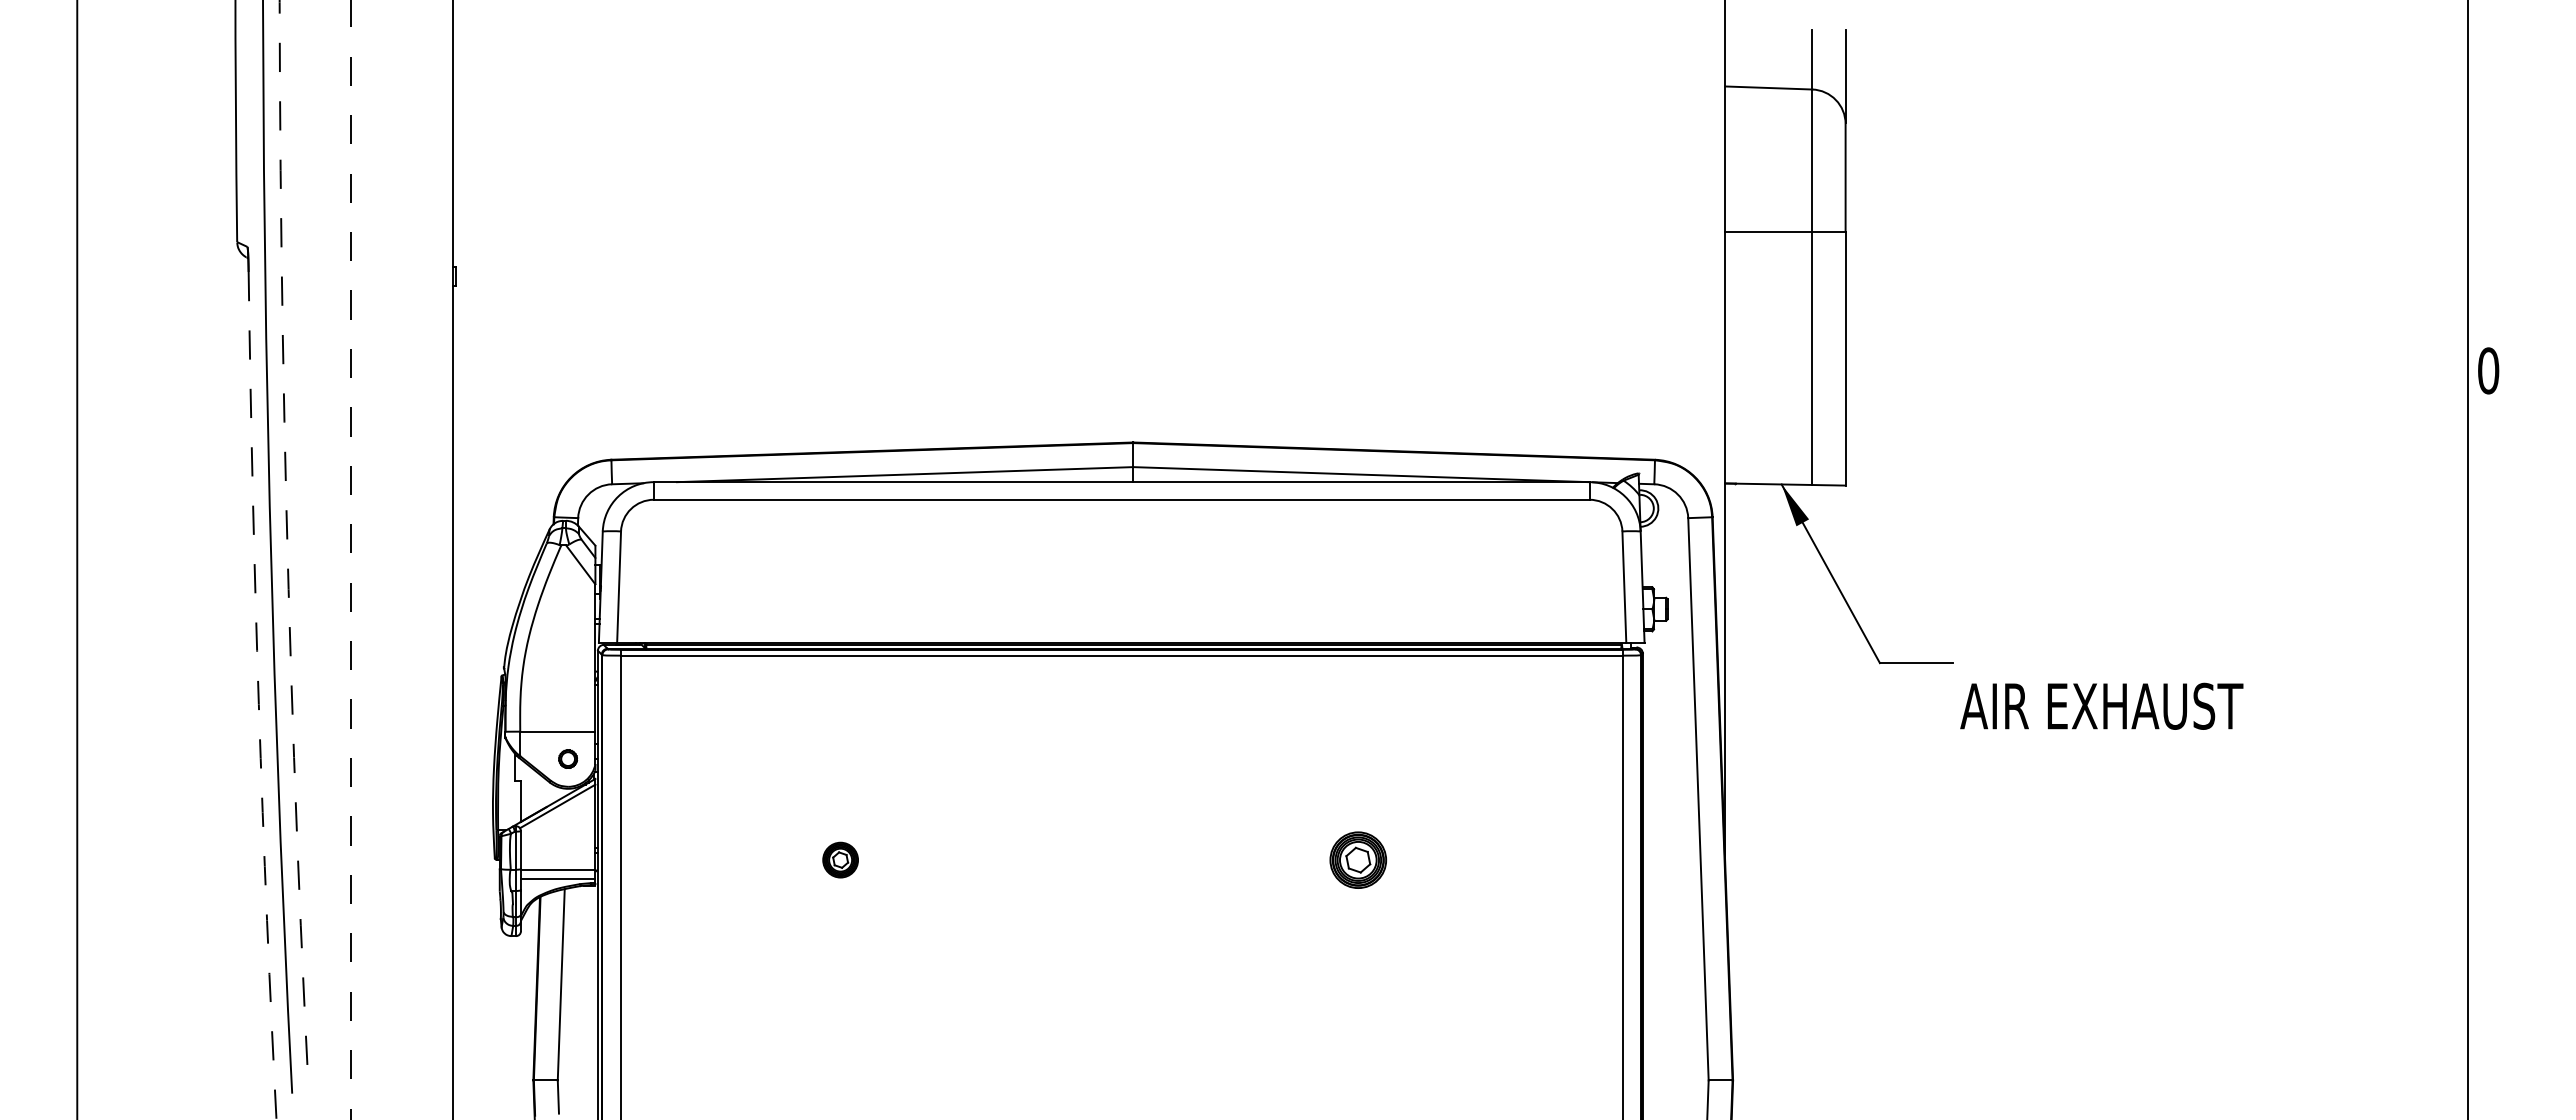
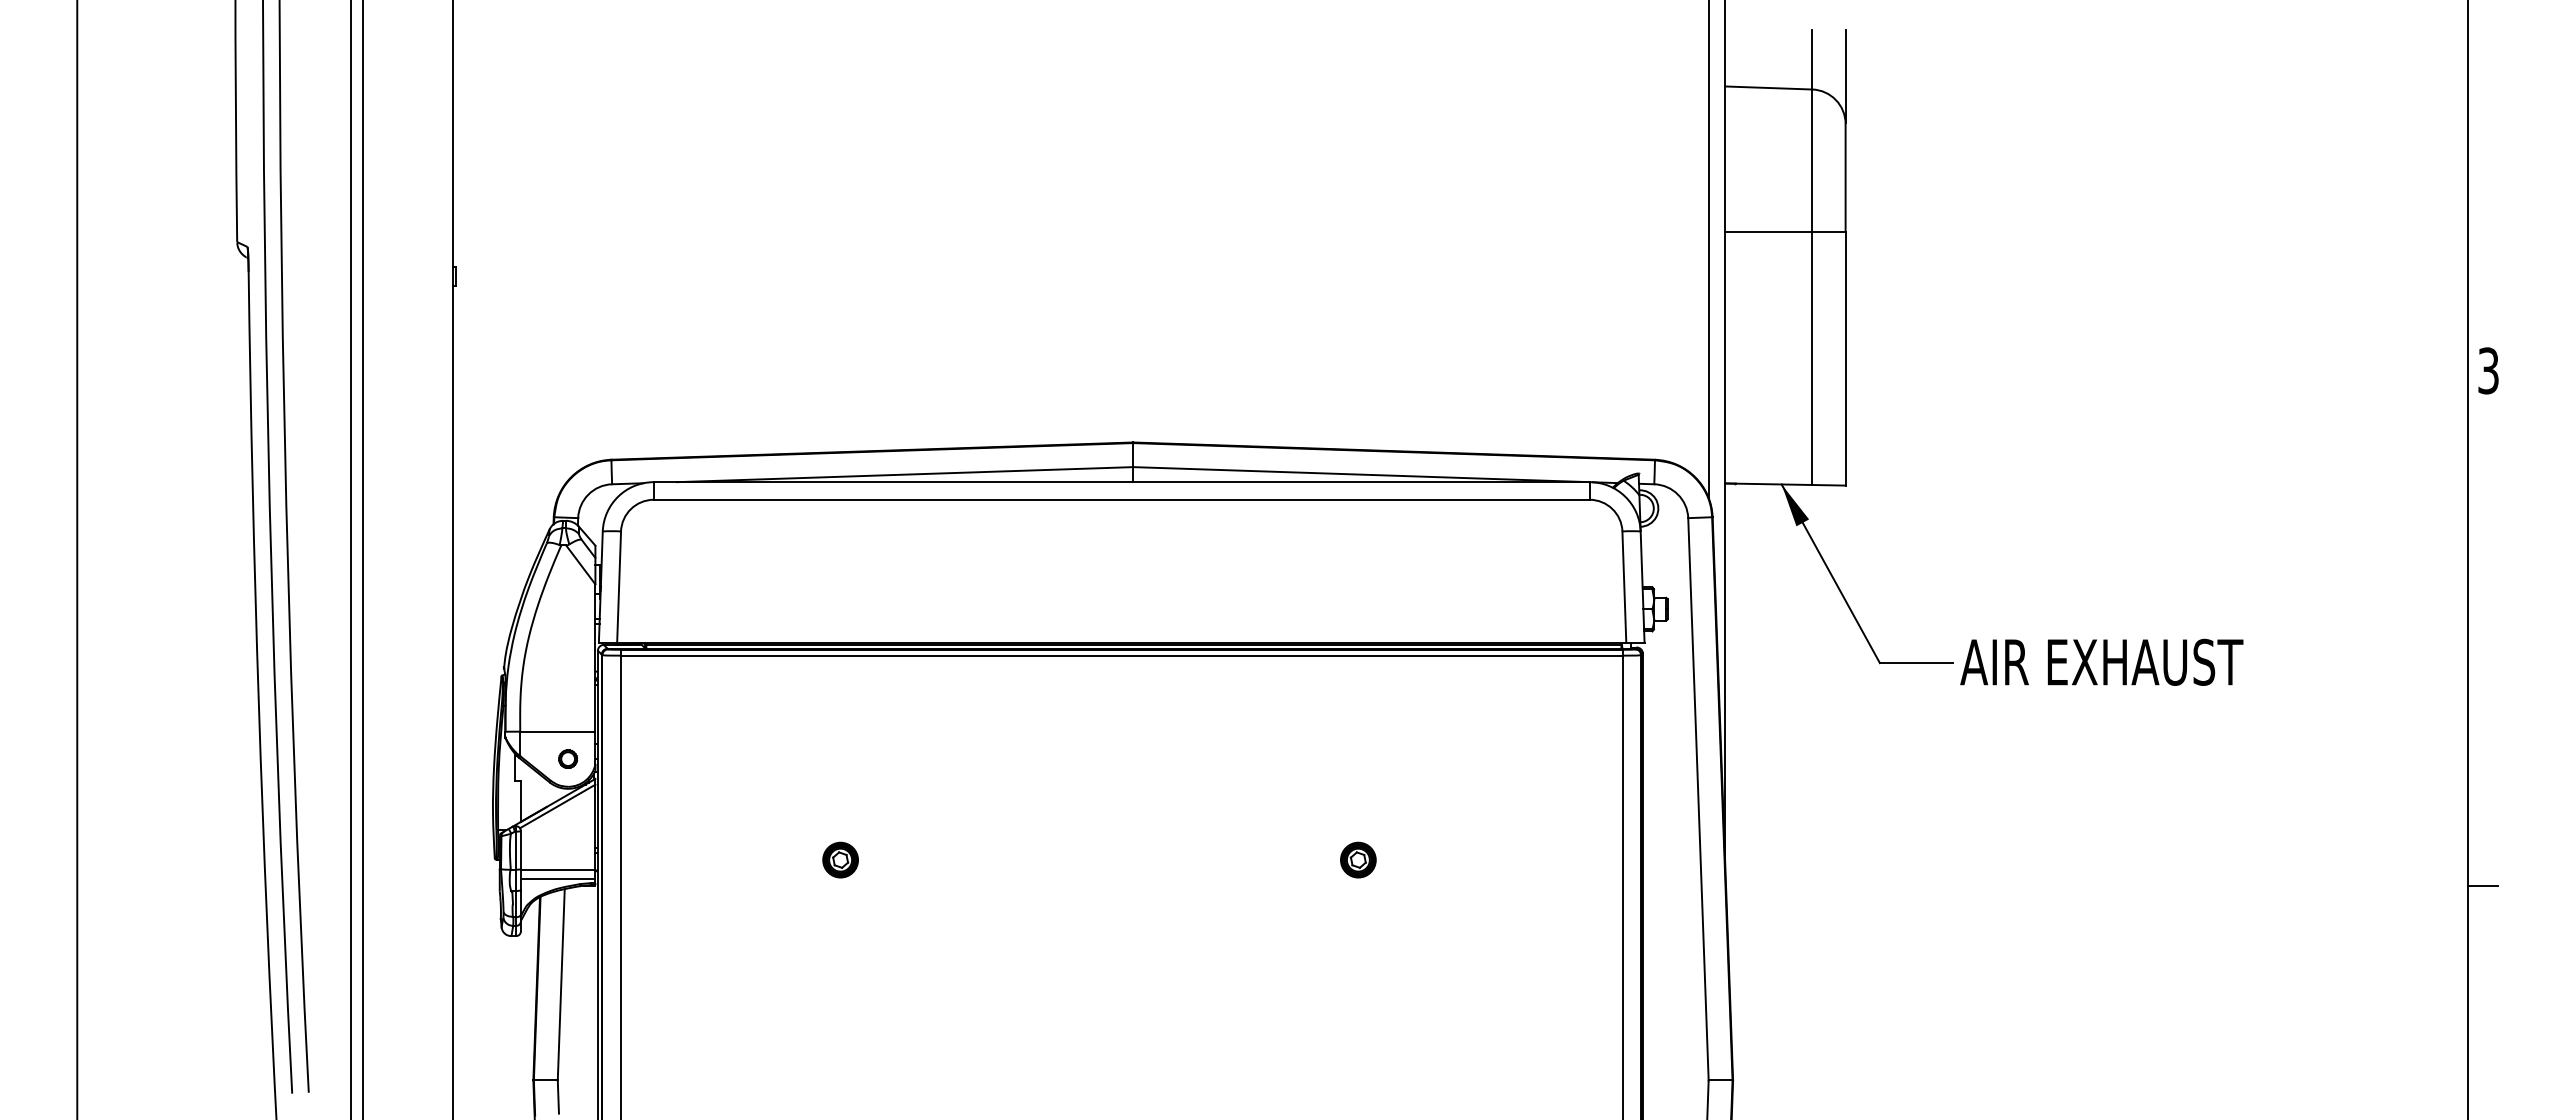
line at (1709, 251): none -> present
text at (2488, 370): 0 -> 3
arc at (287, 546): dashed -> solid
line at (362, 559): none -> present
line at (350, 560): dashed -> solid
arc at (258, 696): dashed -> solid
text at (2101, 705) position: (2101, 705) -> (2101, 661)
part at (1358, 859) size: 59x58 px -> 37x38 px
line at (2482, 885): none -> present
